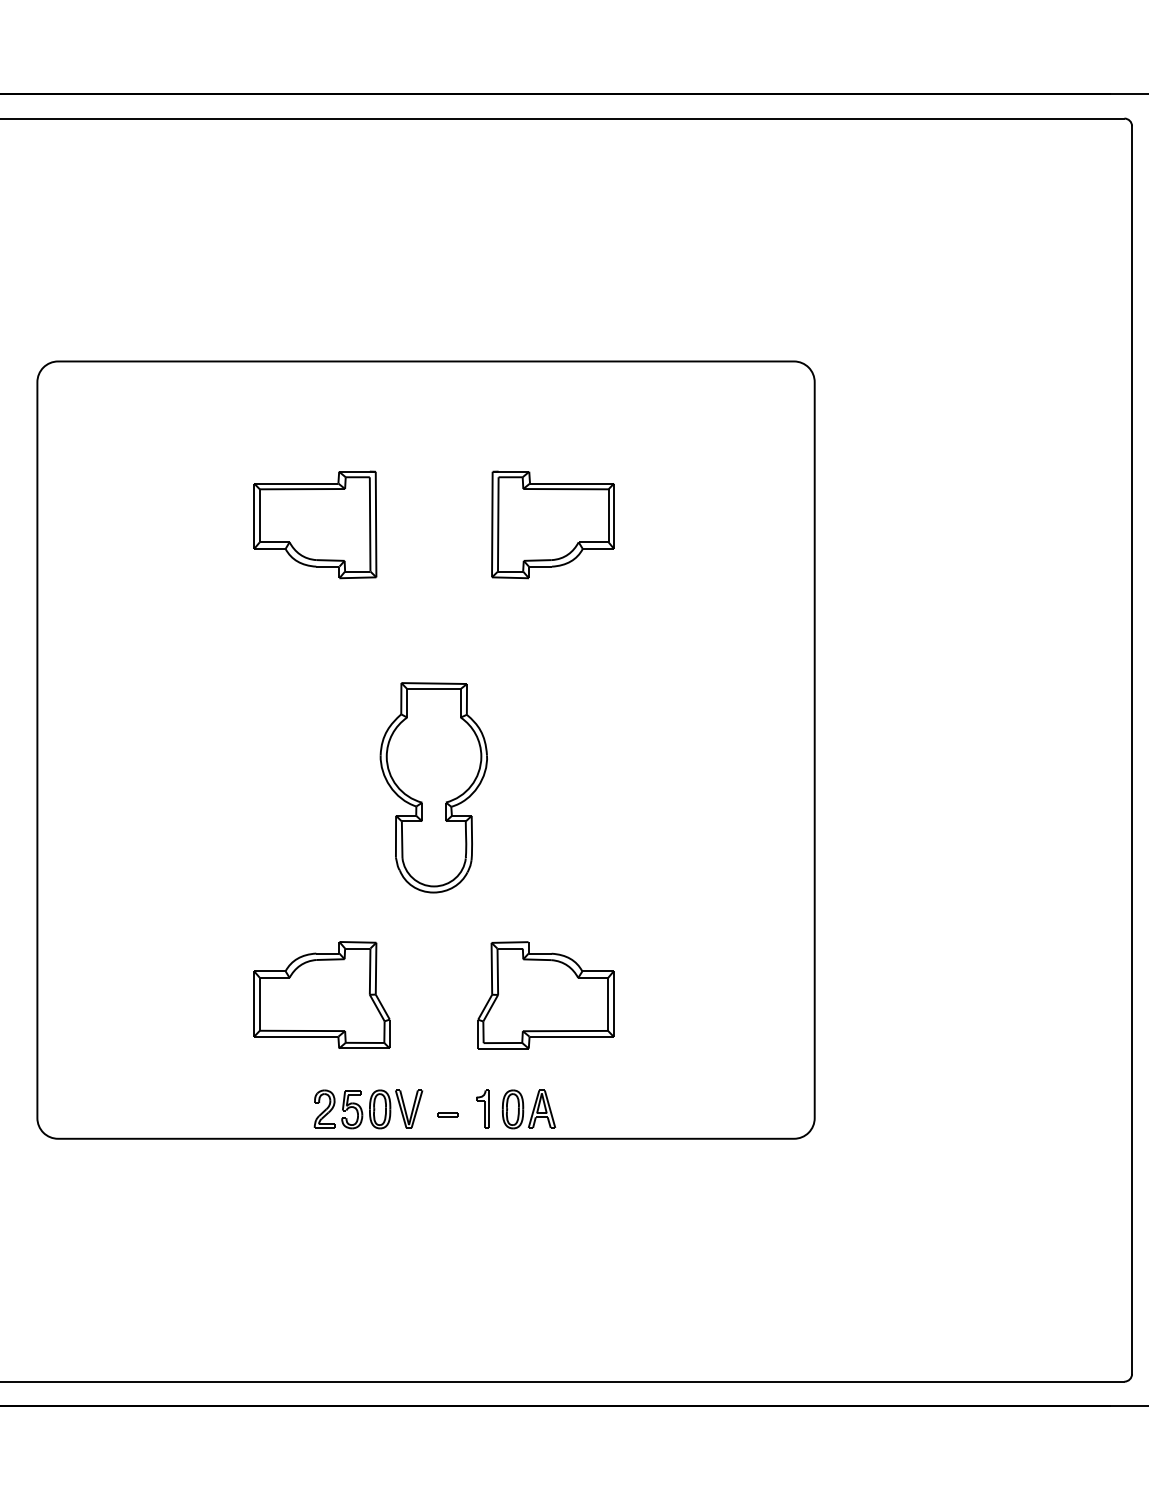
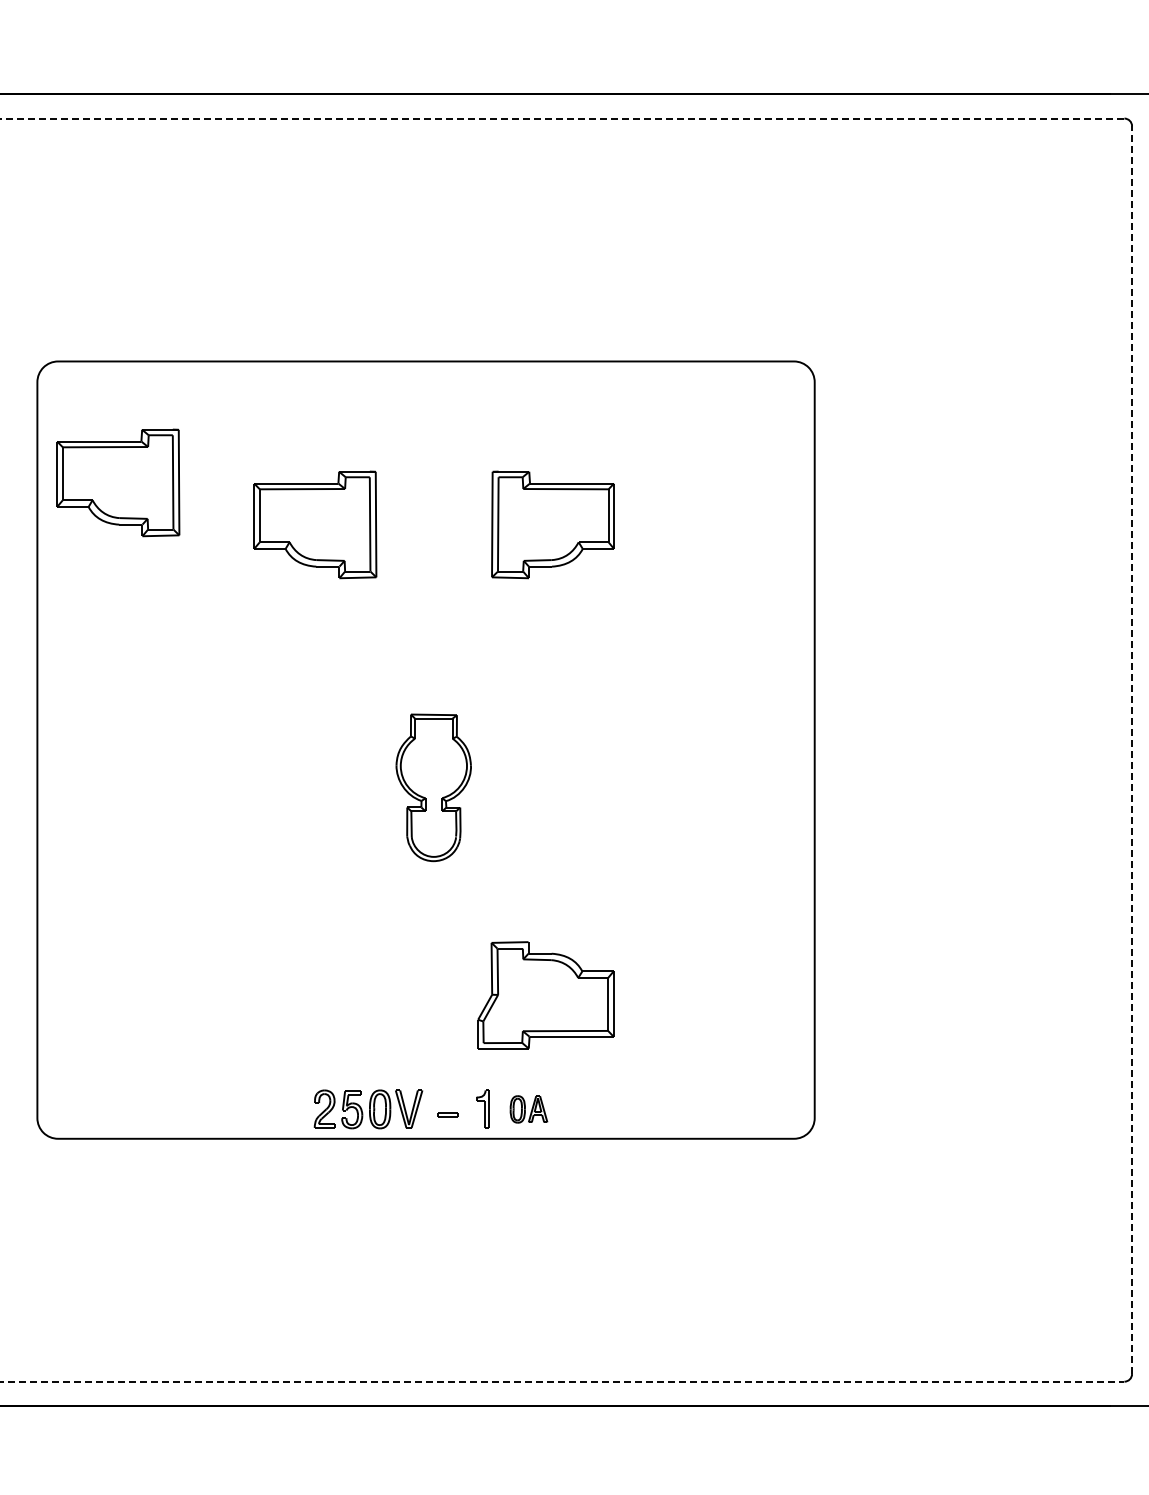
line at (562, 118): solid -> dashed
part at (118, 482): none -> present
line at (1132, 750): solid -> dashed
part at (433, 787) size: 109x212 px -> 77x150 px
part at (321, 994): present -> none
part at (528, 1109) size: 56x41 px -> 40x29 px
line at (562, 1381): solid -> dashed
